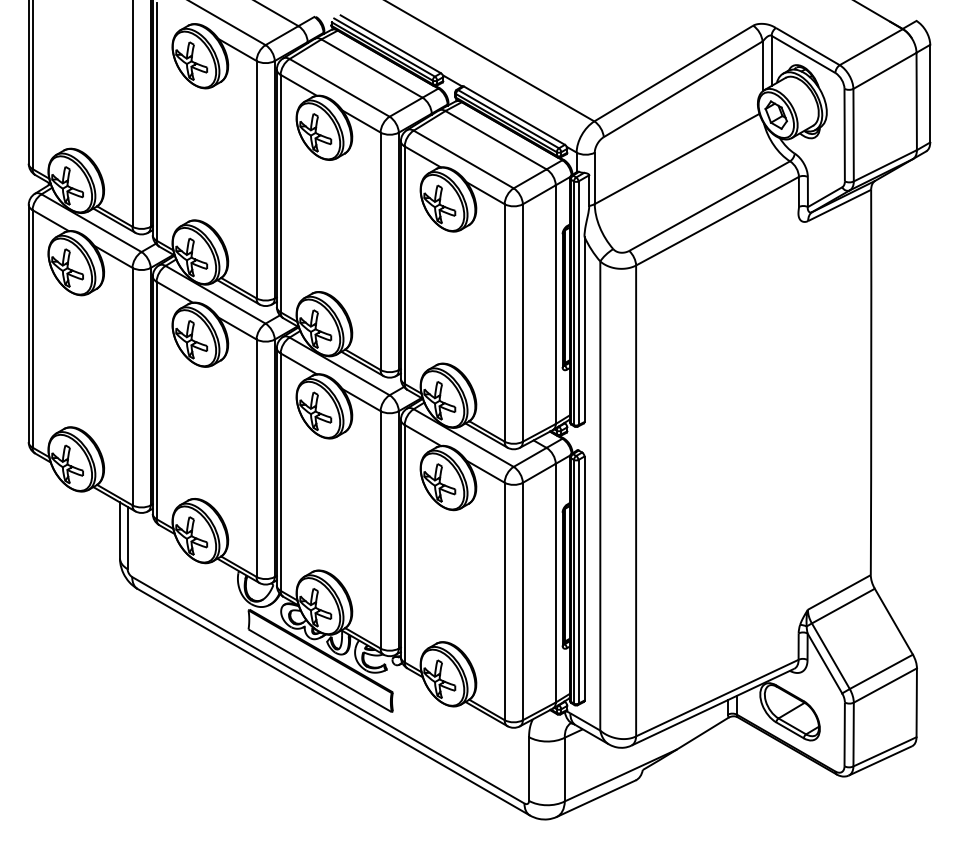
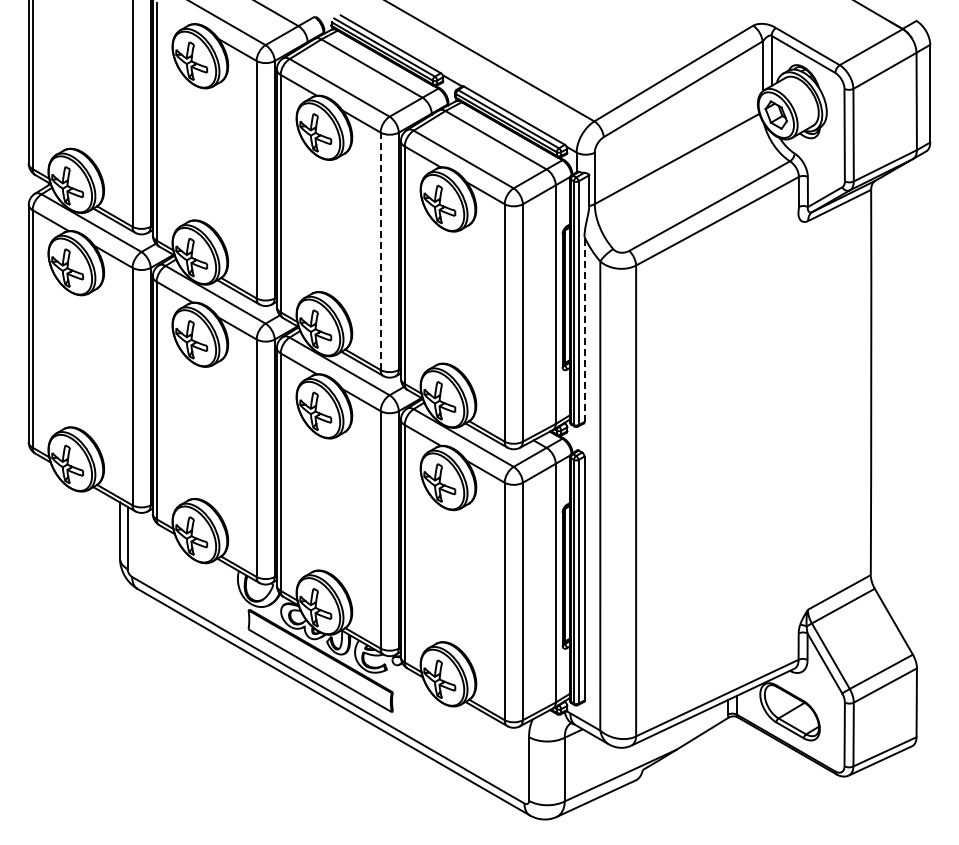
line at (380, 251): solid -> dashed
line at (584, 329): solid -> dashed
